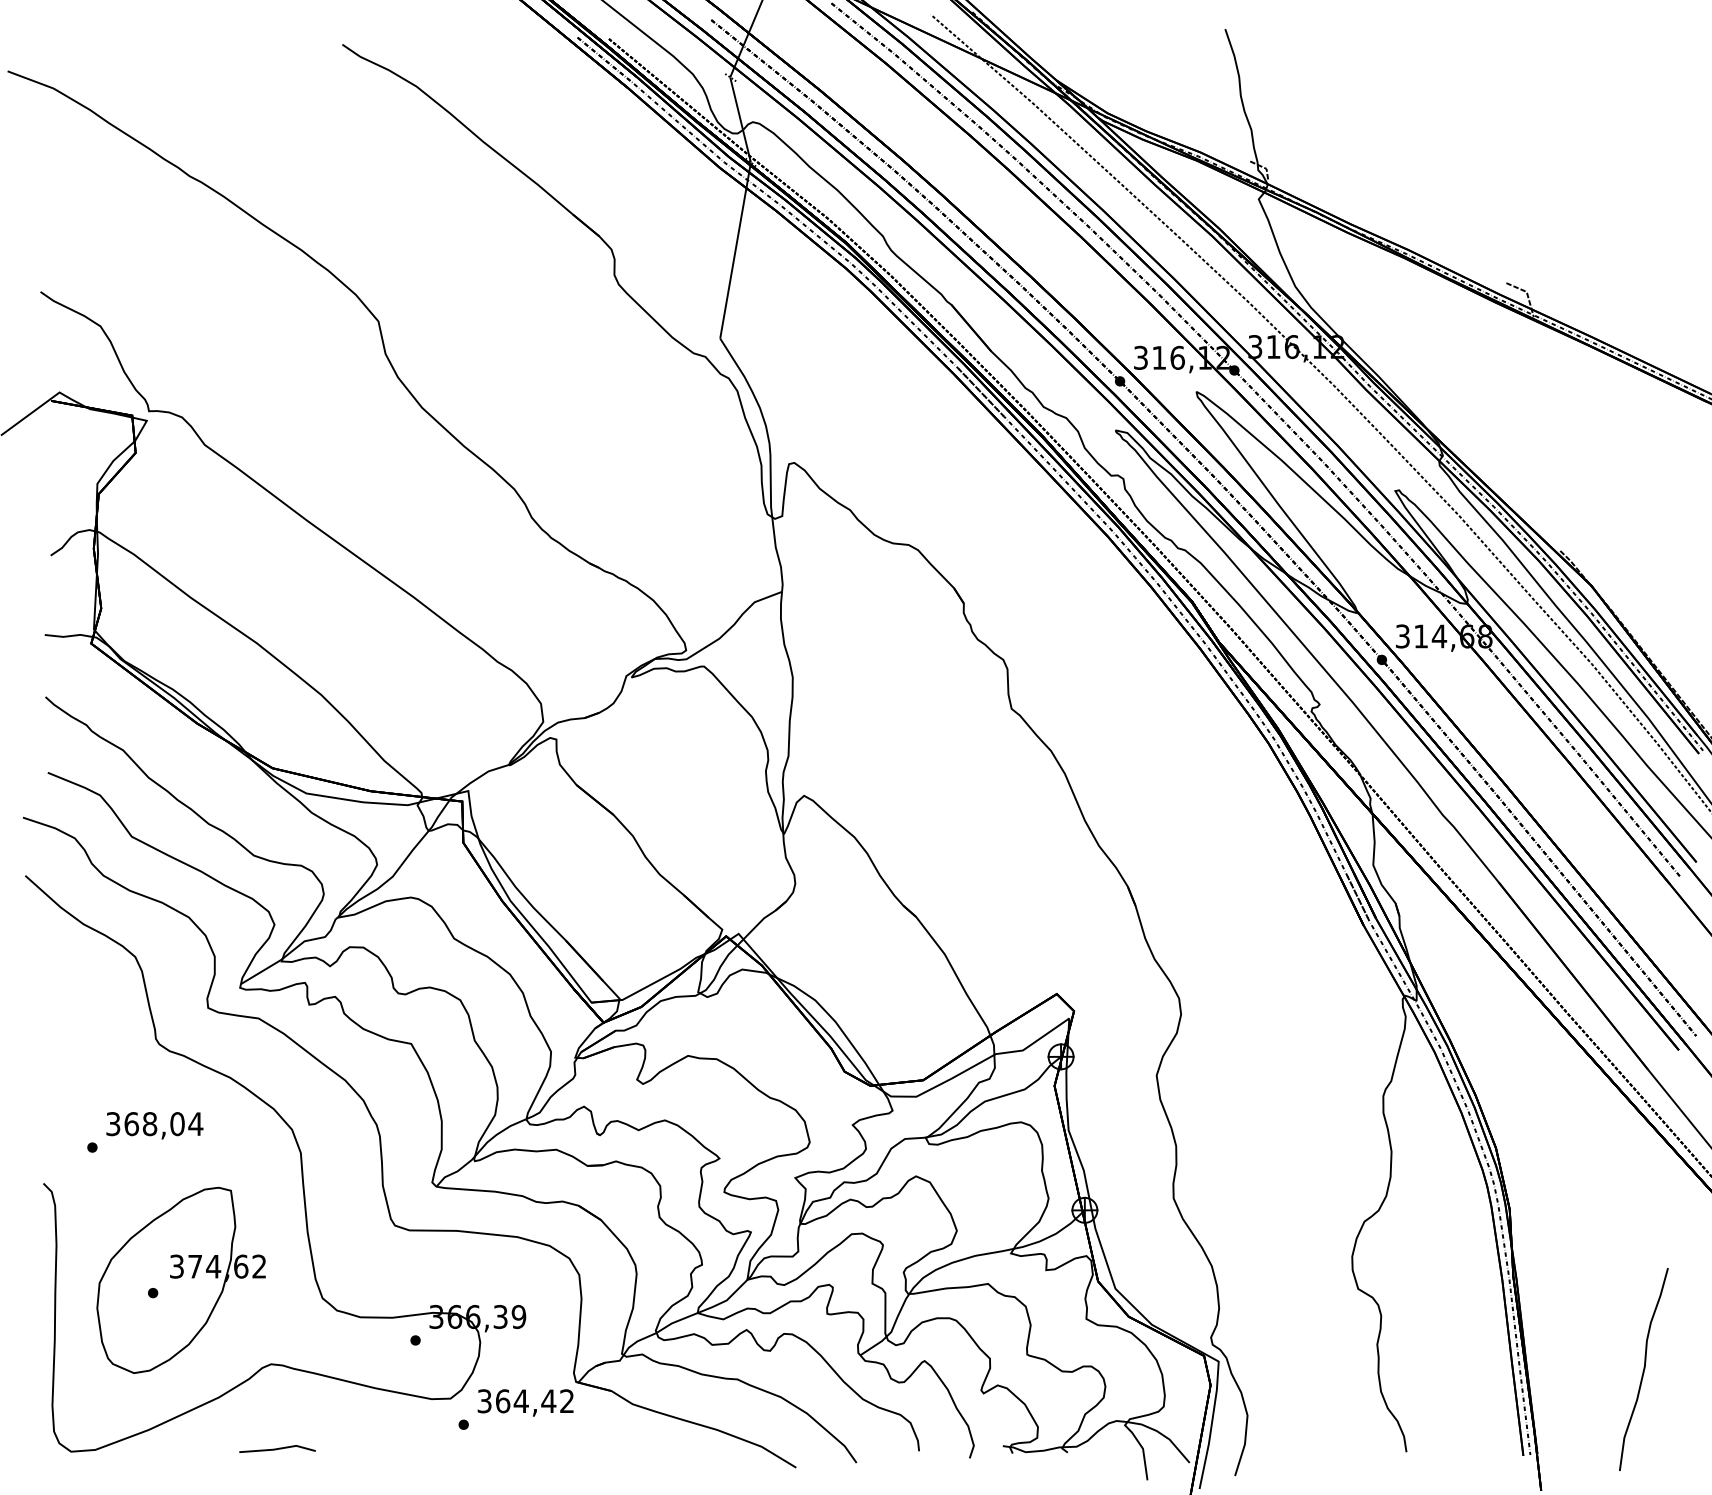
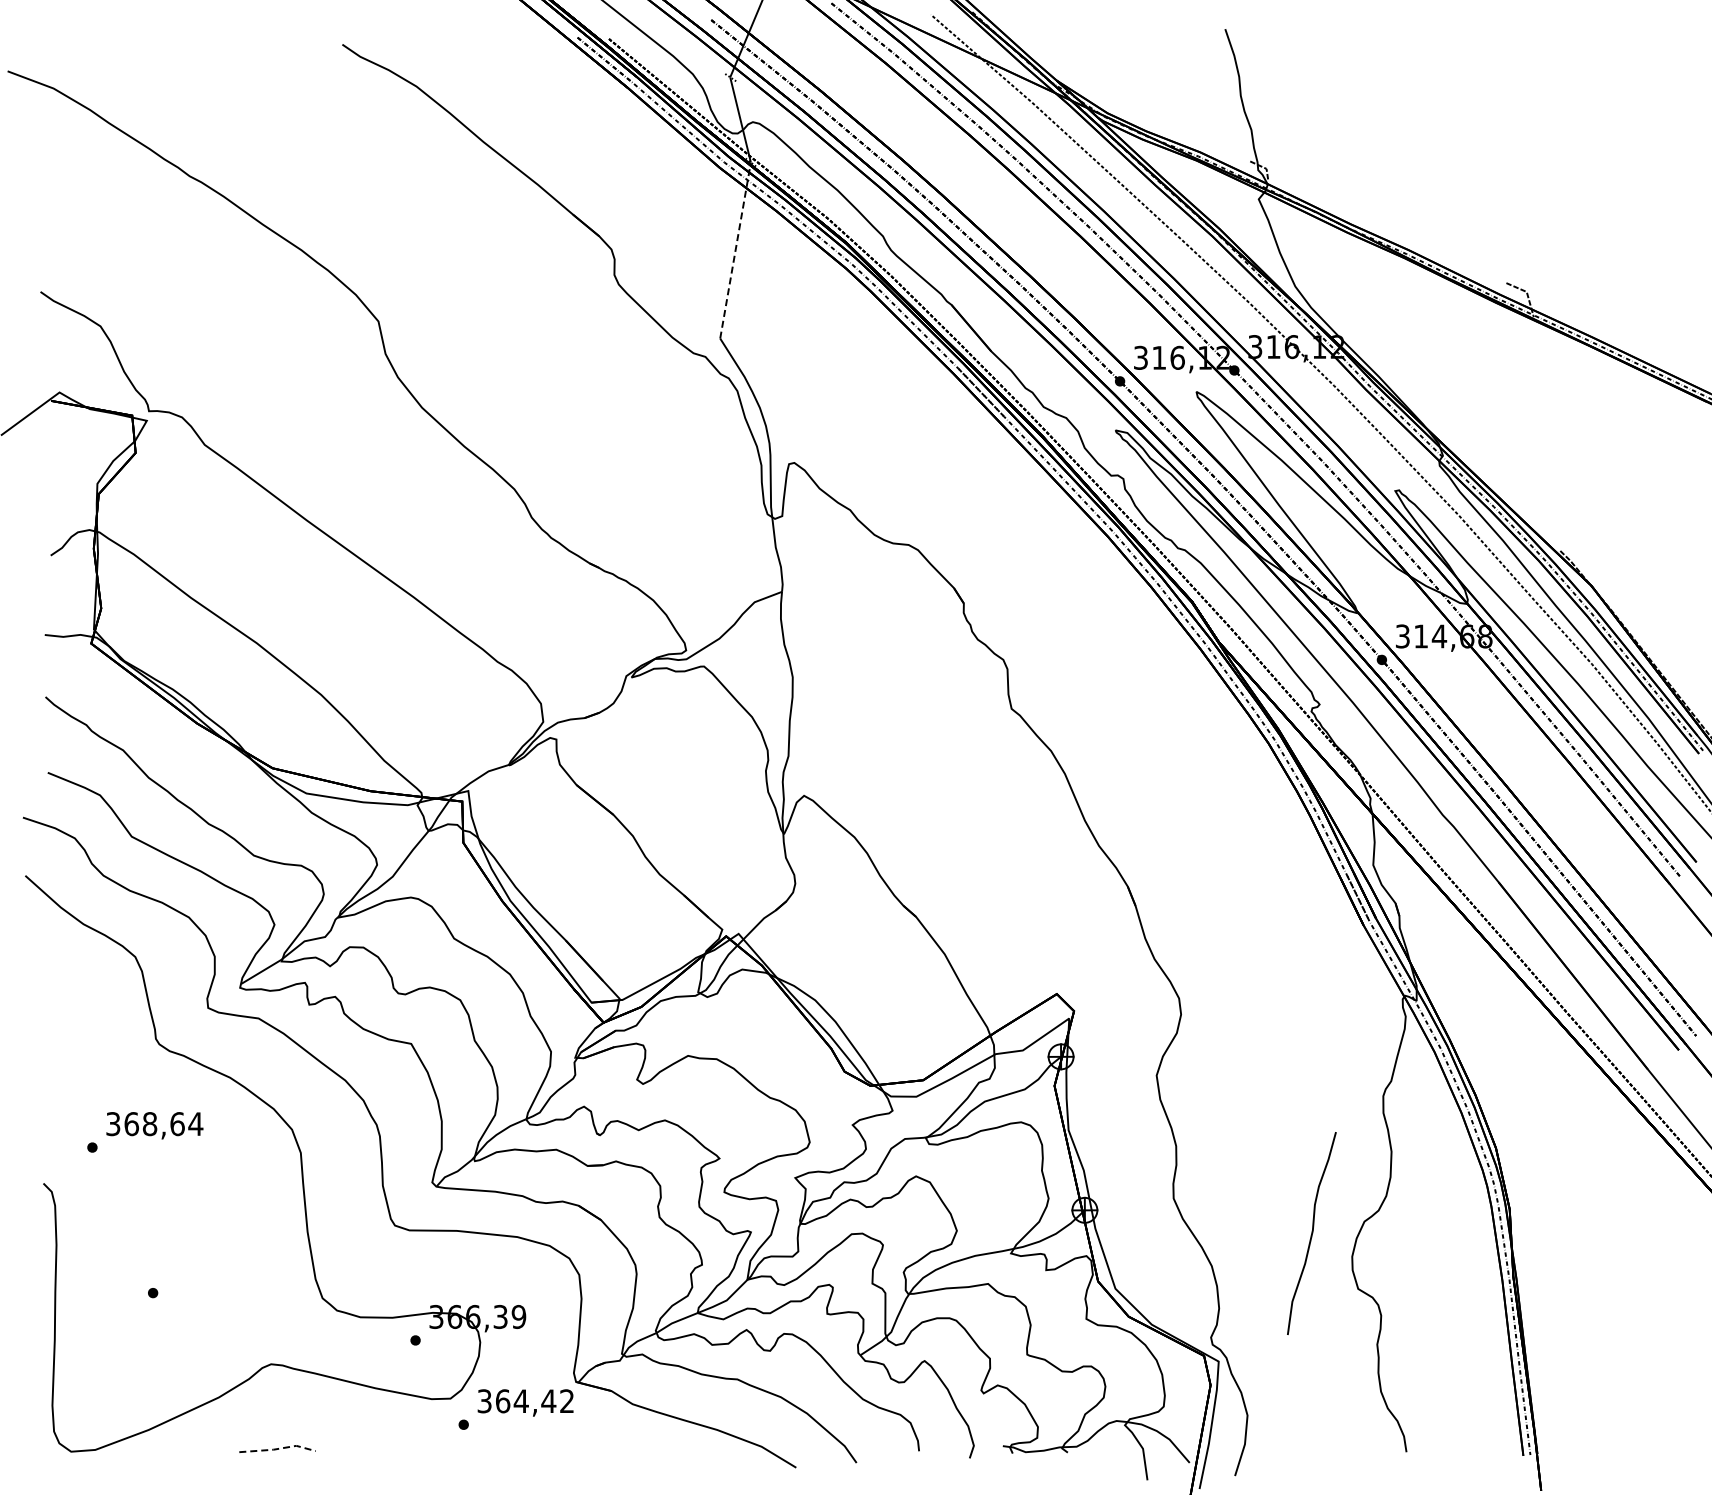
line at (735, 250): solid -> dashed
text at (177, 1123): 368,04 -> 368,64
part at (180, 1279): present -> none
curve at (1643, 1369) position: (1643, 1369) -> (1311, 1233)
line at (278, 1448): solid -> dashed
